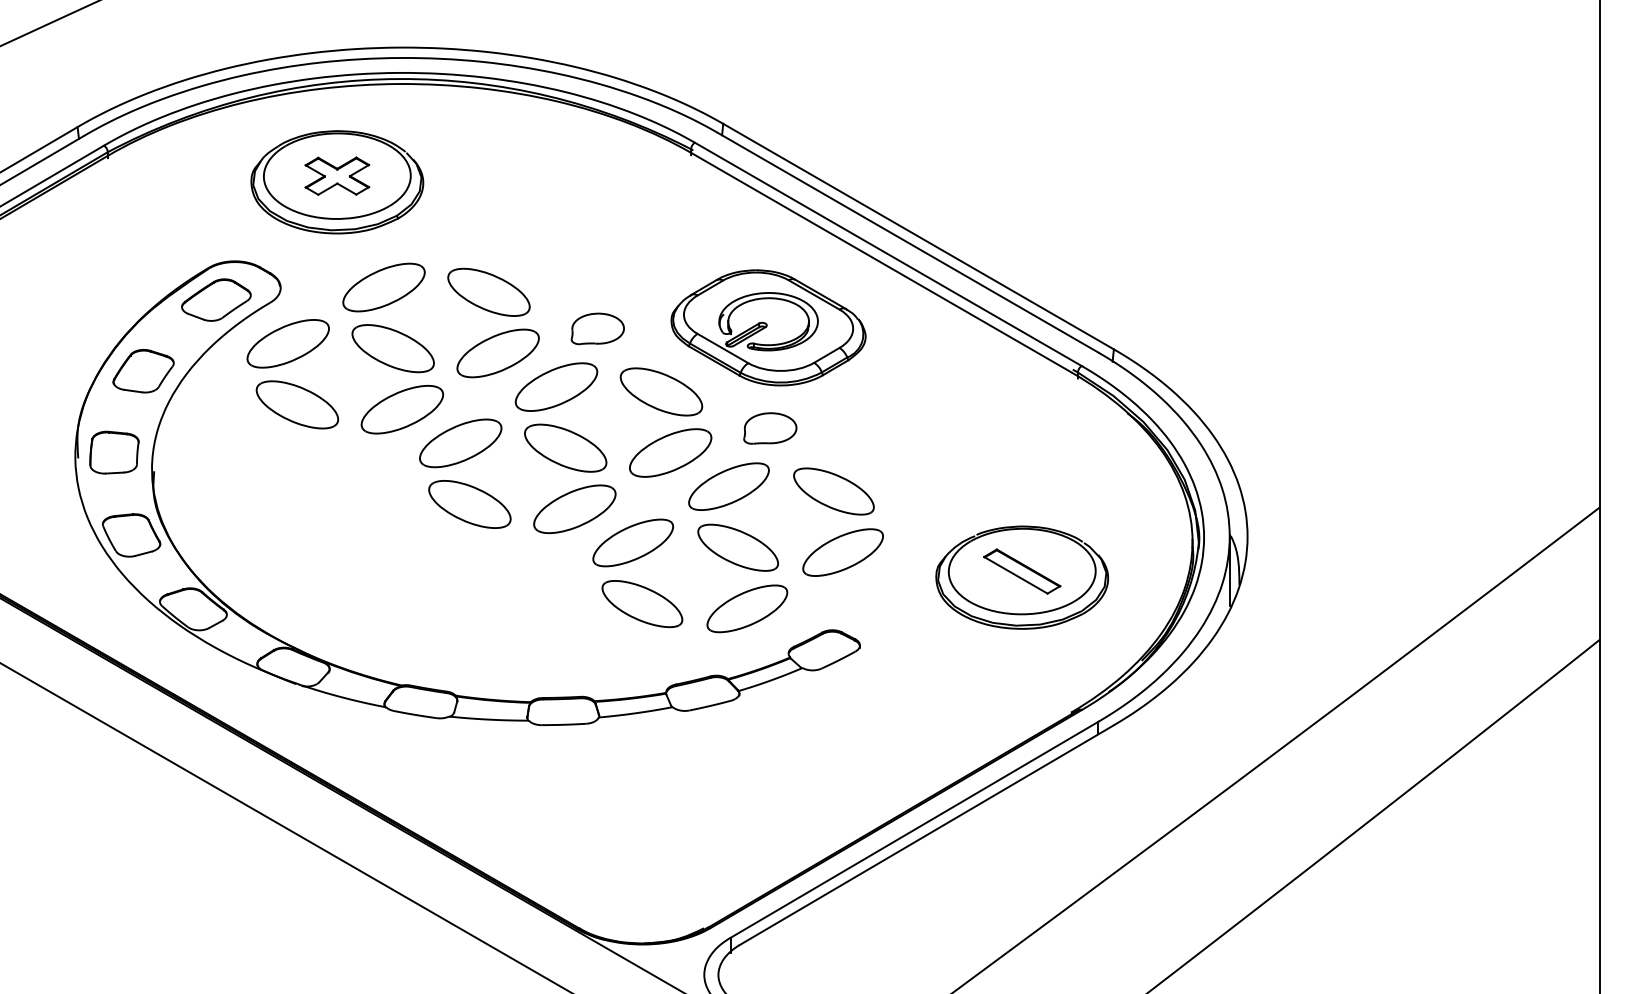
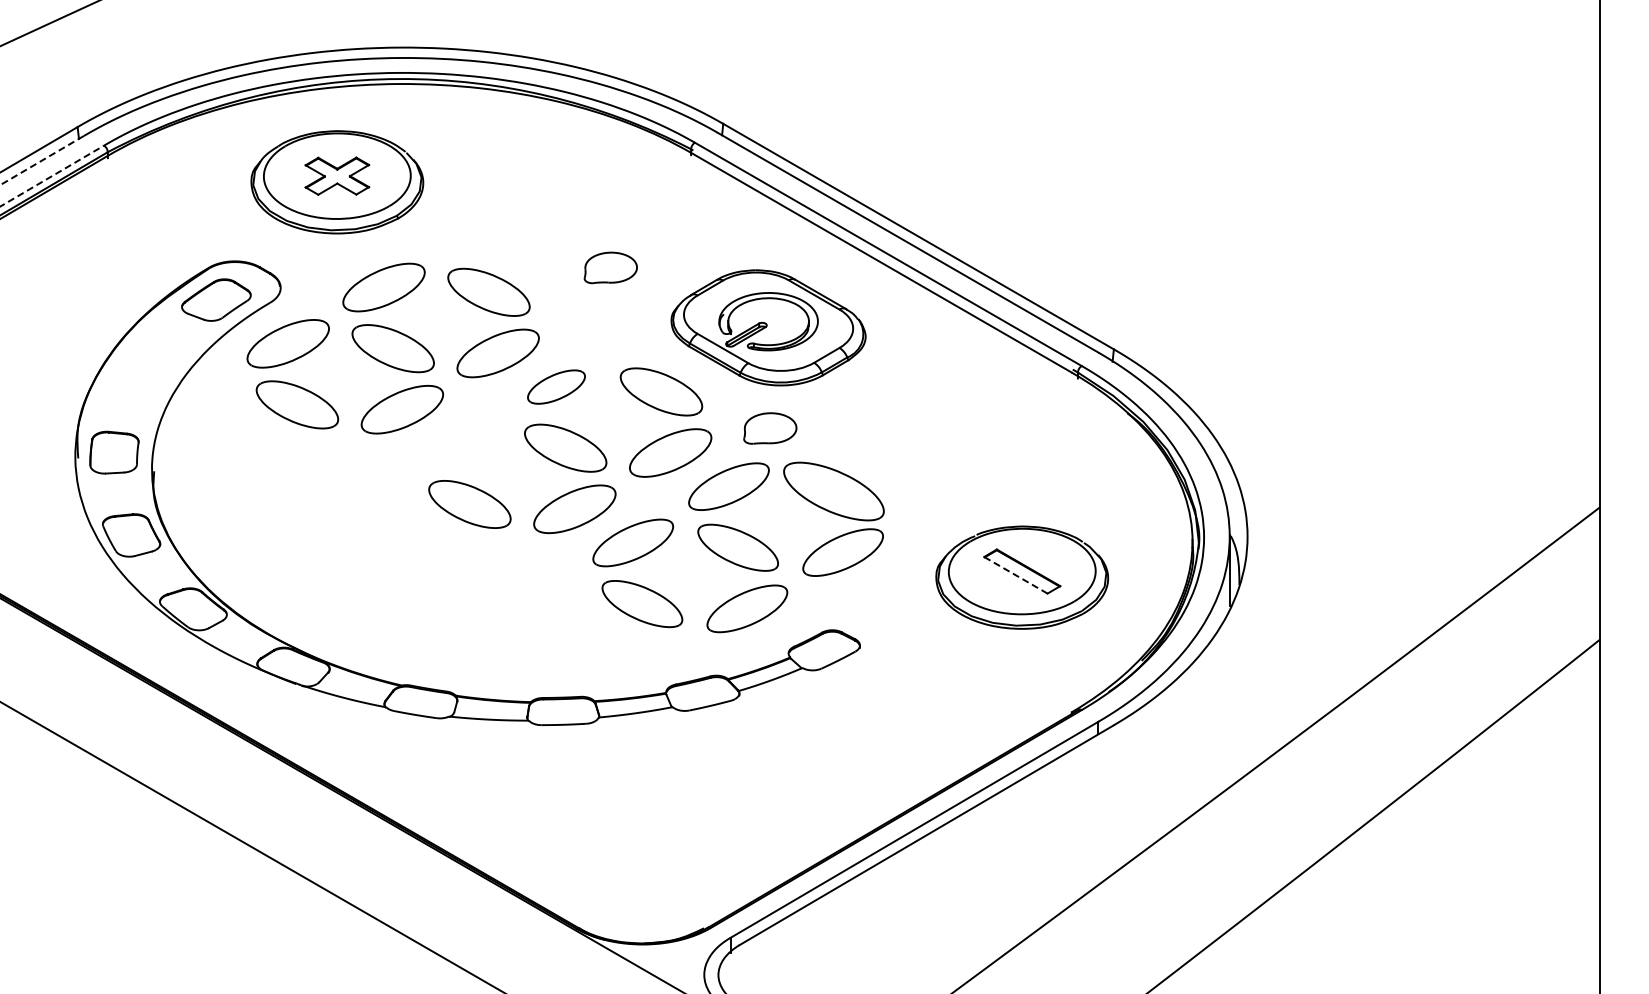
line at (41, 160): solid -> dashed
line at (52, 175): solid -> dashed
part at (597, 328) position: (597, 328) -> (610, 267)
part at (143, 371): present -> none
part at (556, 386) size: 85x50 px -> 59x36 px
part at (460, 443): present -> none
part at (833, 491) size: 82x49 px -> 102x61 px
line at (1015, 575): solid -> dashed
line at (284, 827) position: (284, 827) -> (251, 846)
